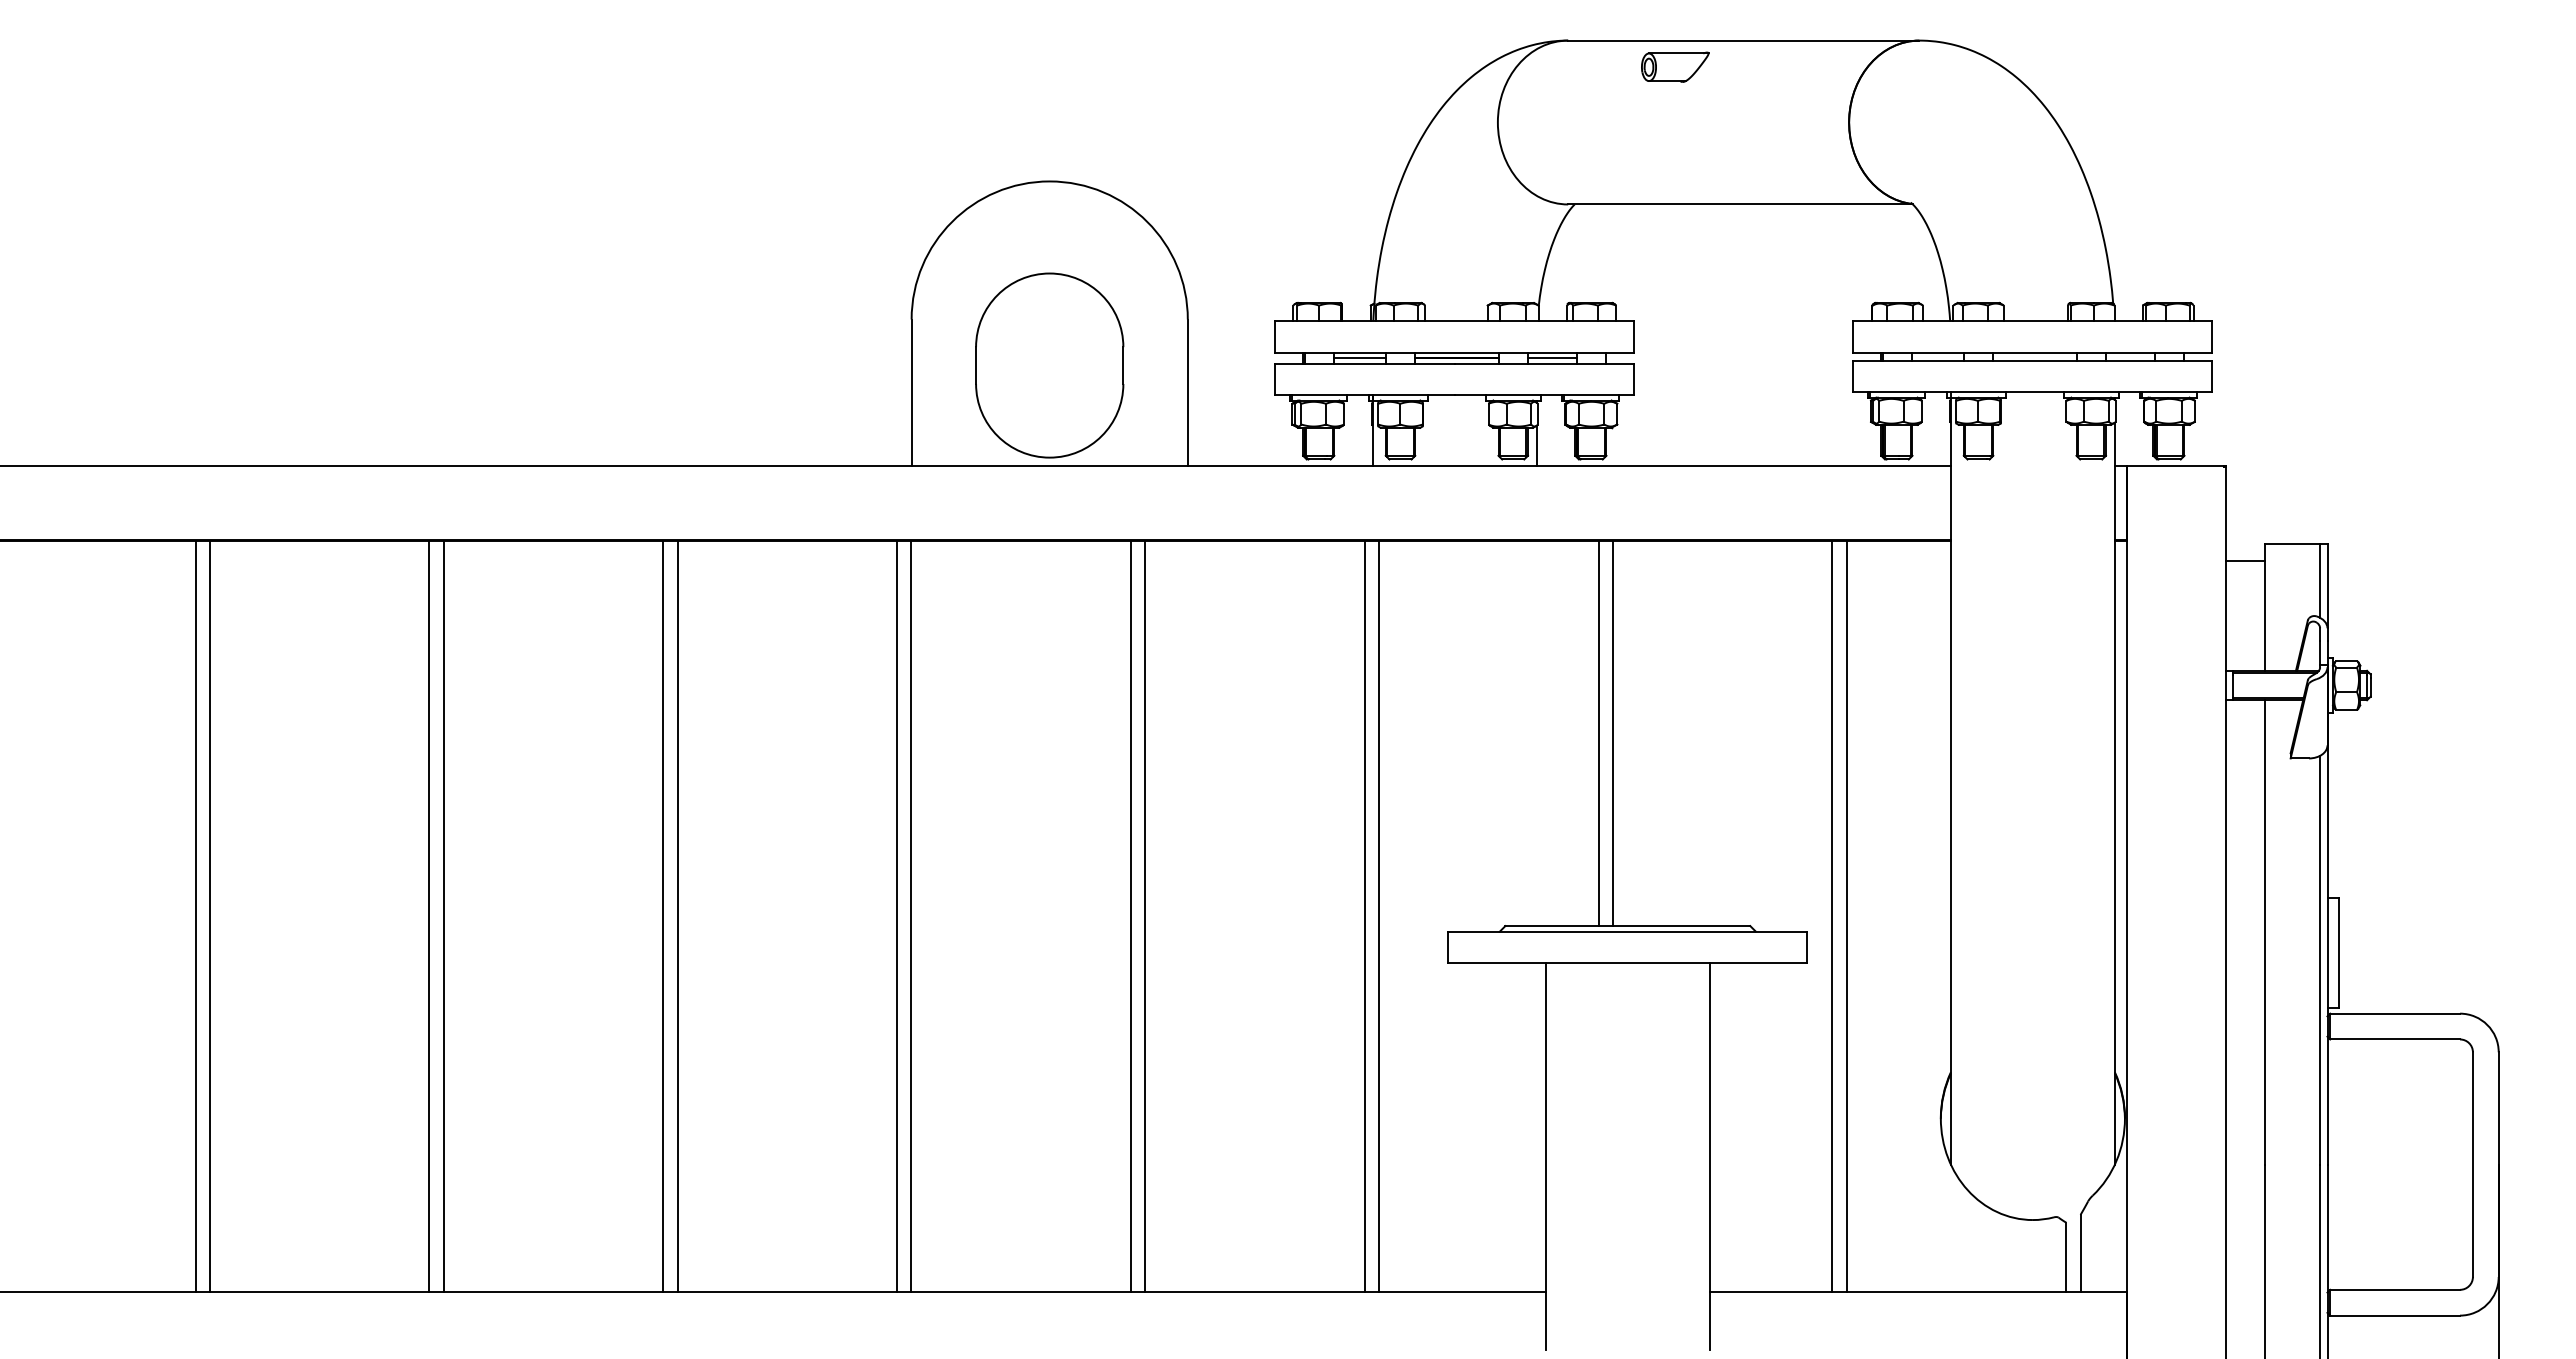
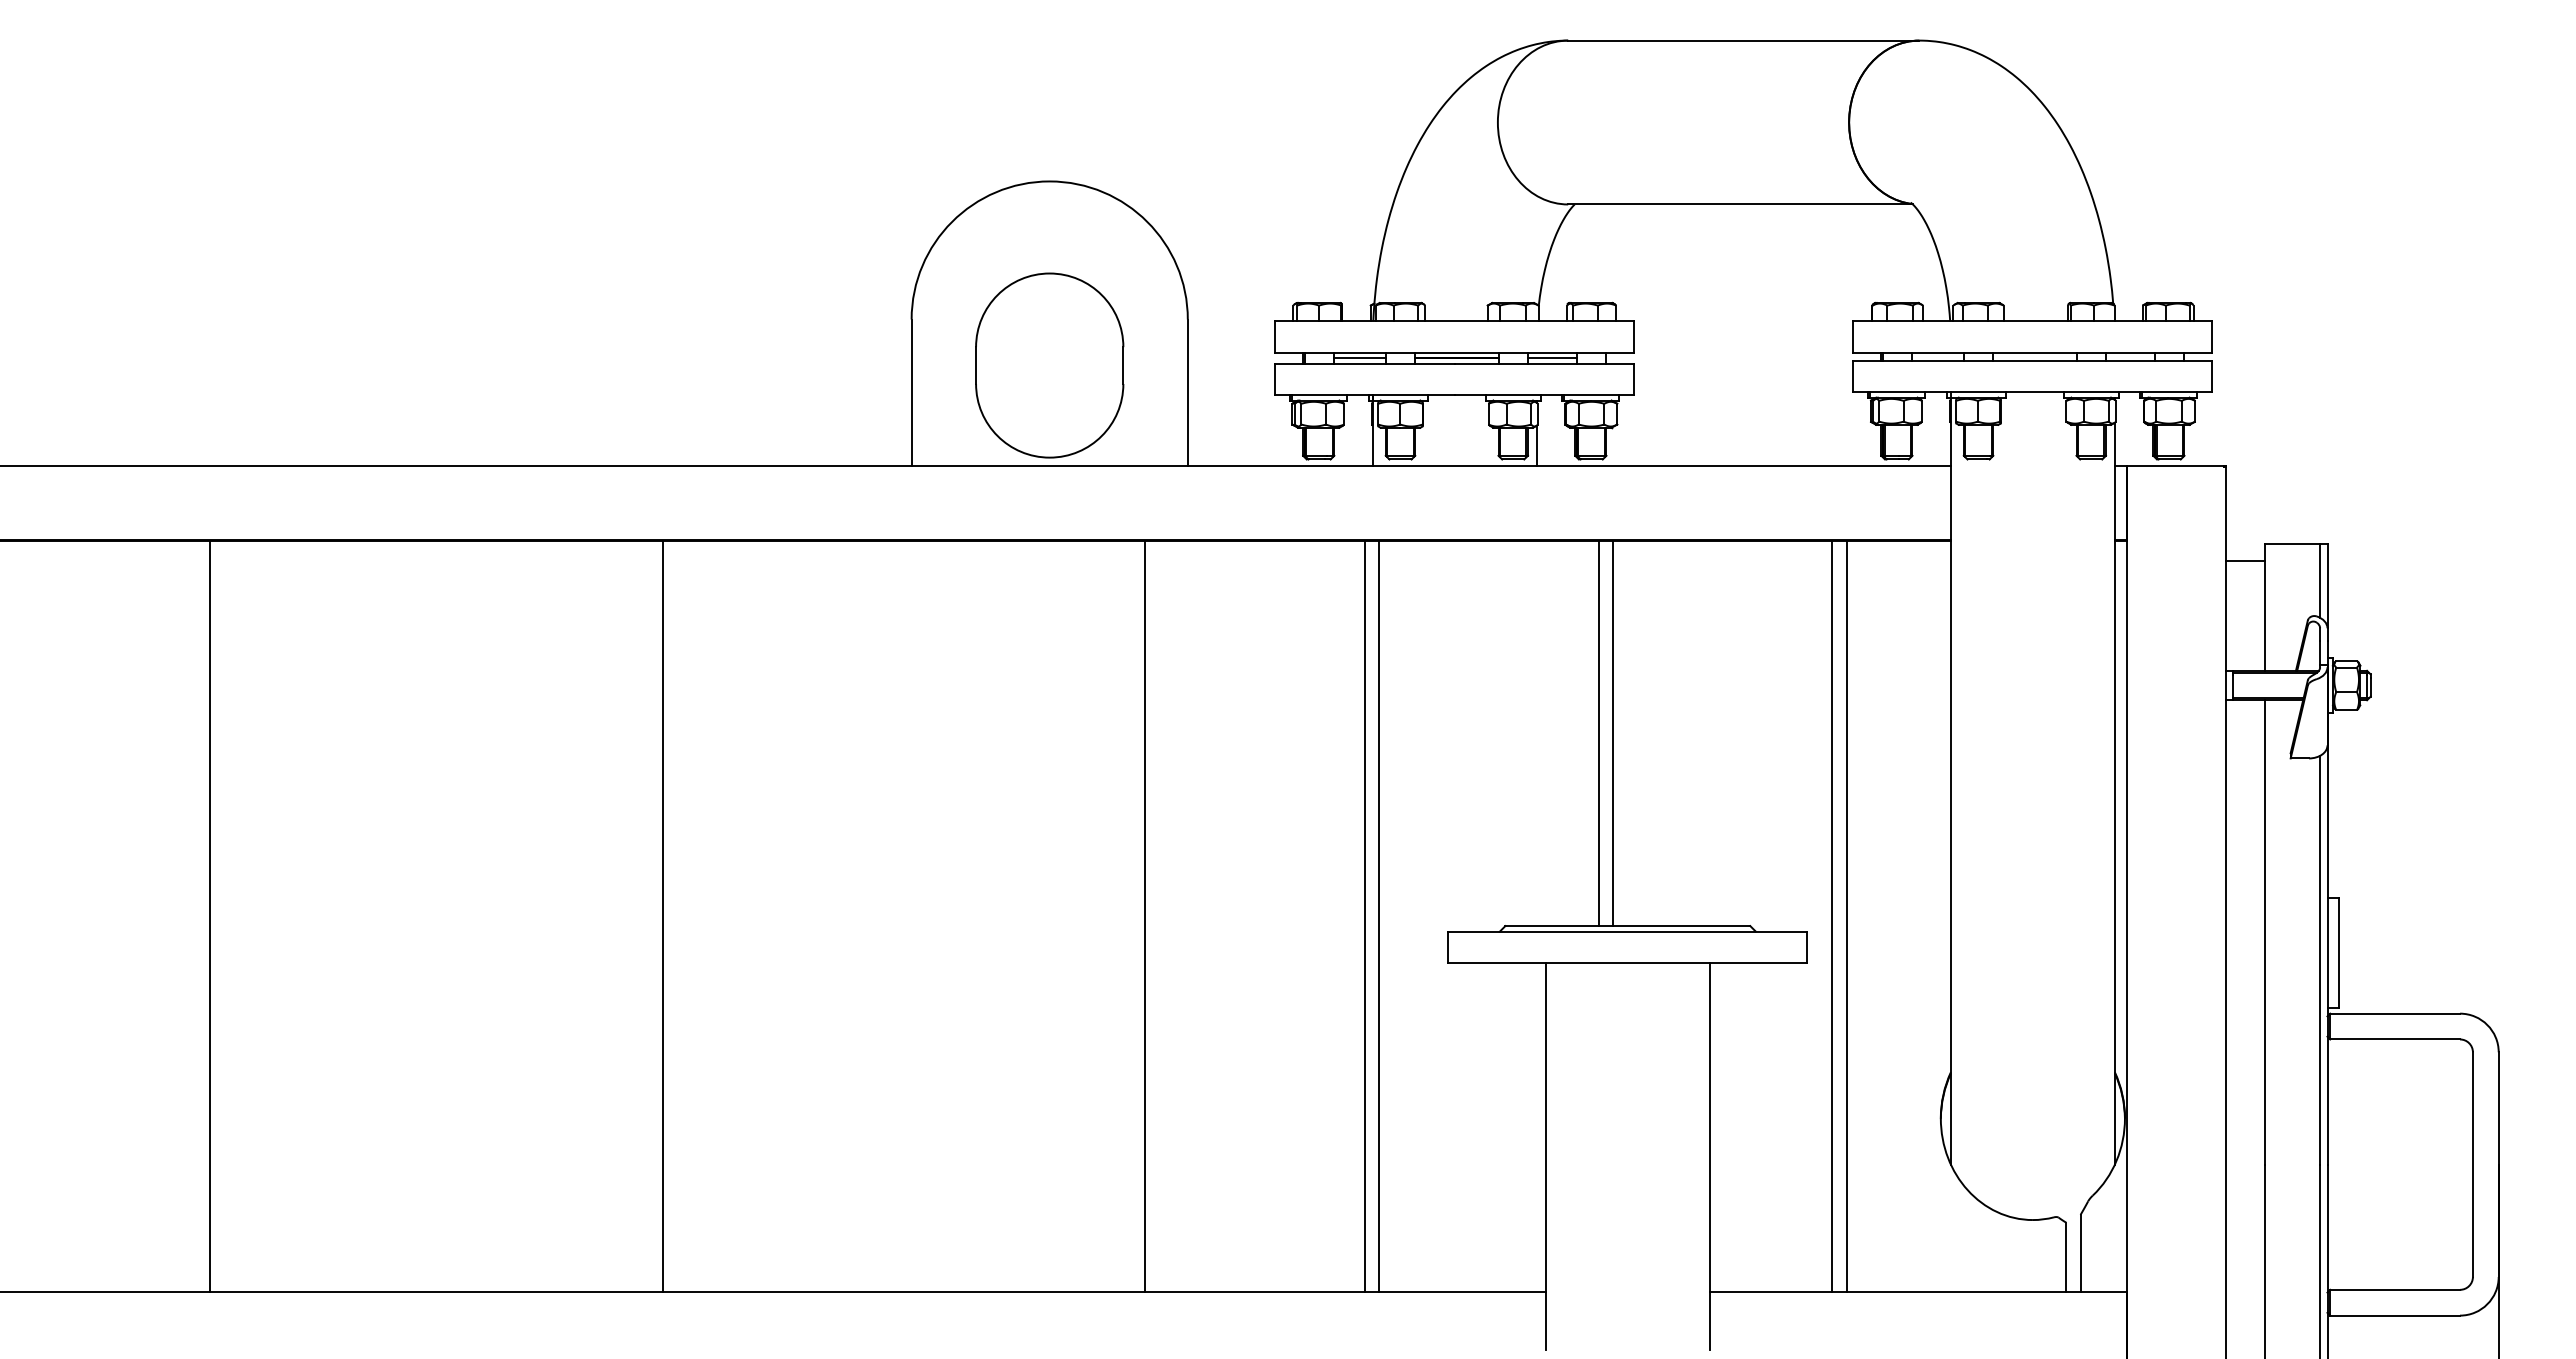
part at (1675, 66): present -> none
line at (195, 916): present -> none
line at (429, 916): present -> none
line at (443, 916): present -> none
line at (677, 916): present -> none
line at (897, 916): present -> none
line at (911, 916): present -> none
line at (1130, 916): present -> none
